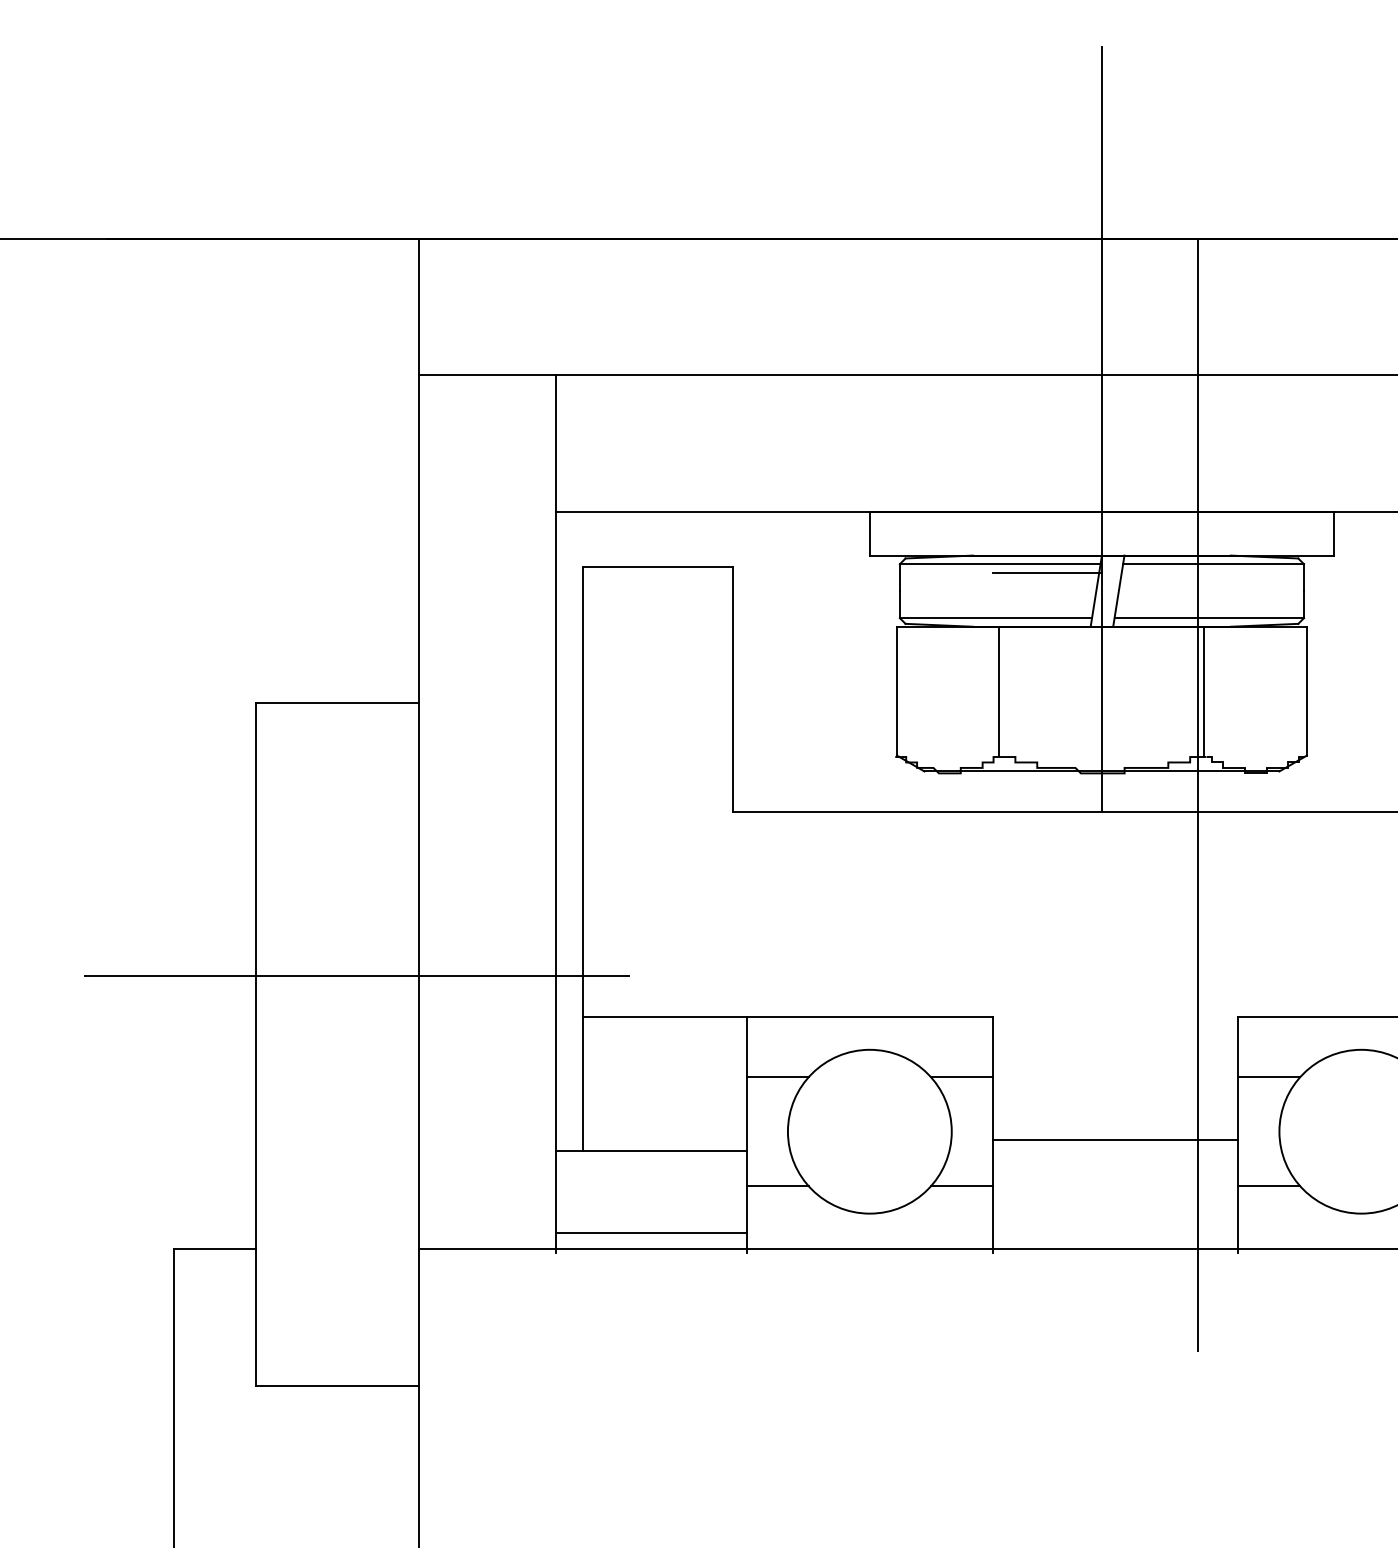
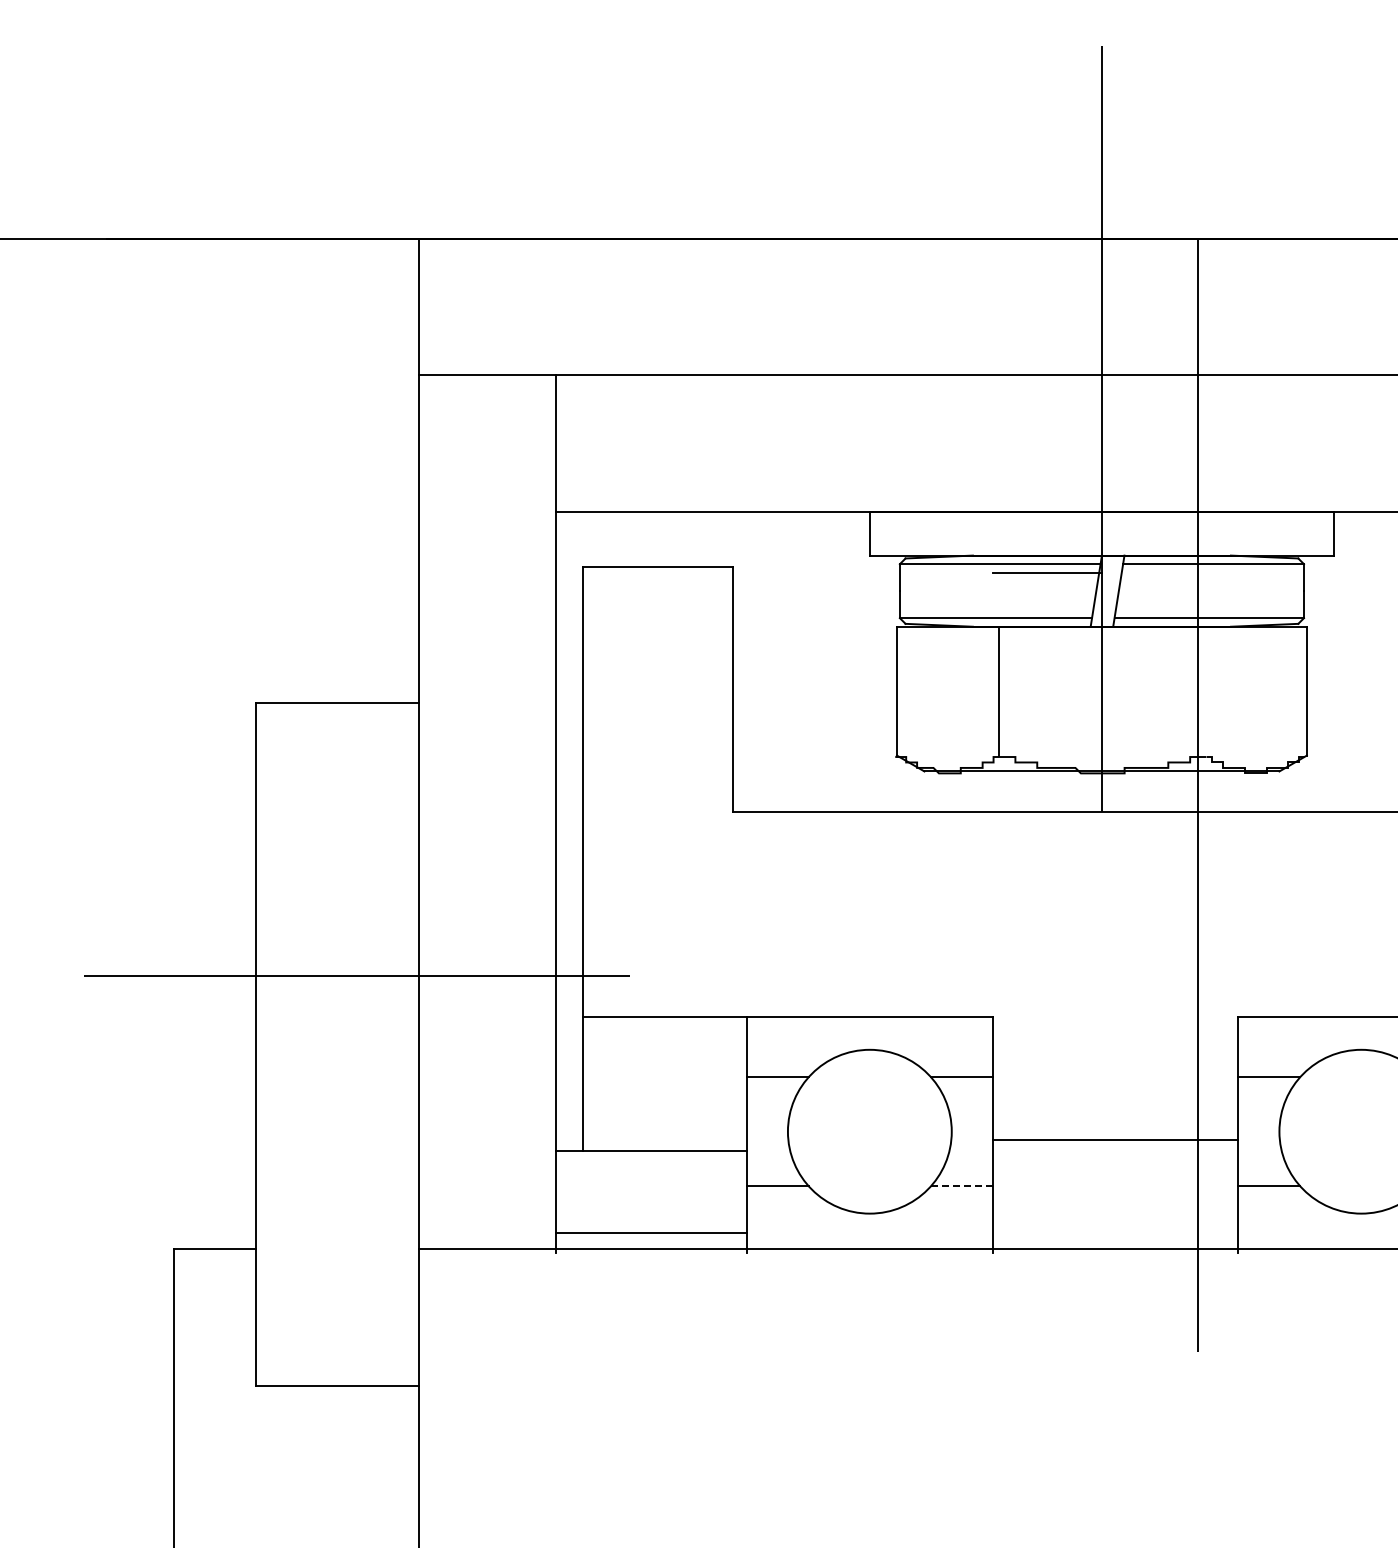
line at (1204, 690): present -> none
line at (961, 1186): solid -> dashed
